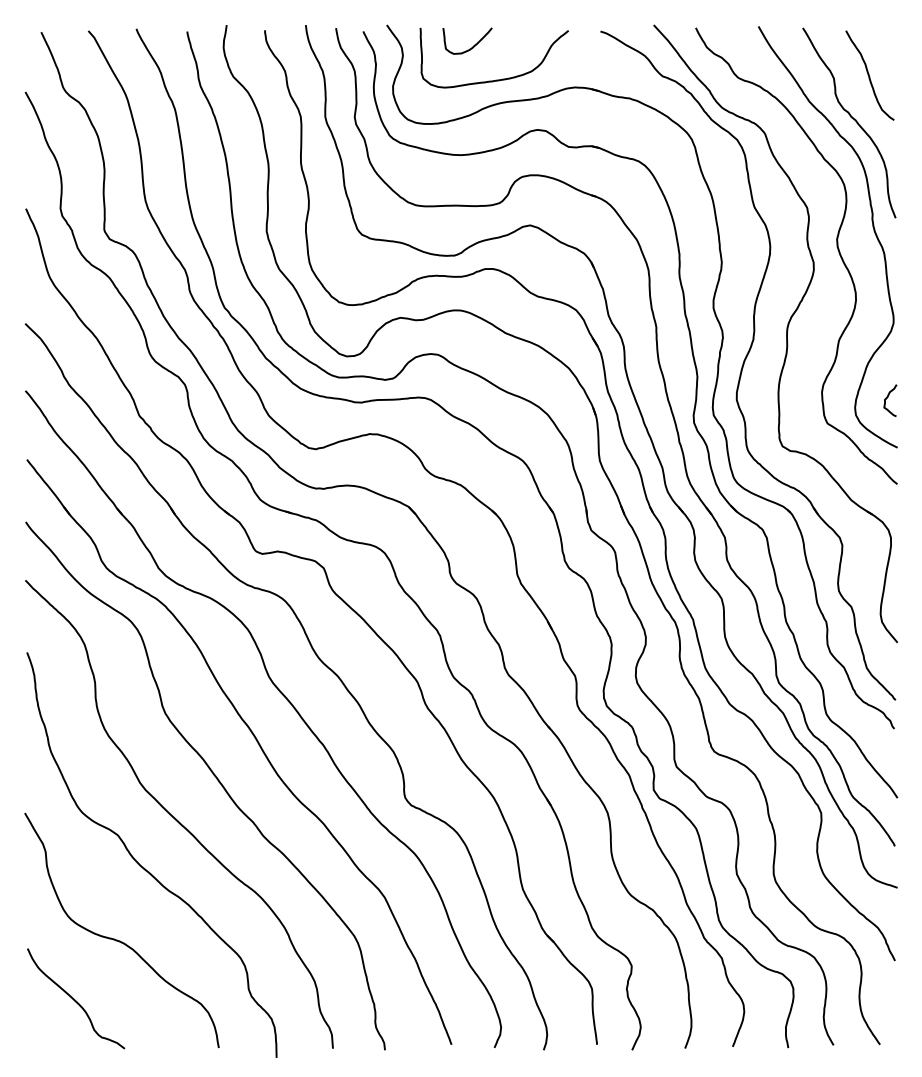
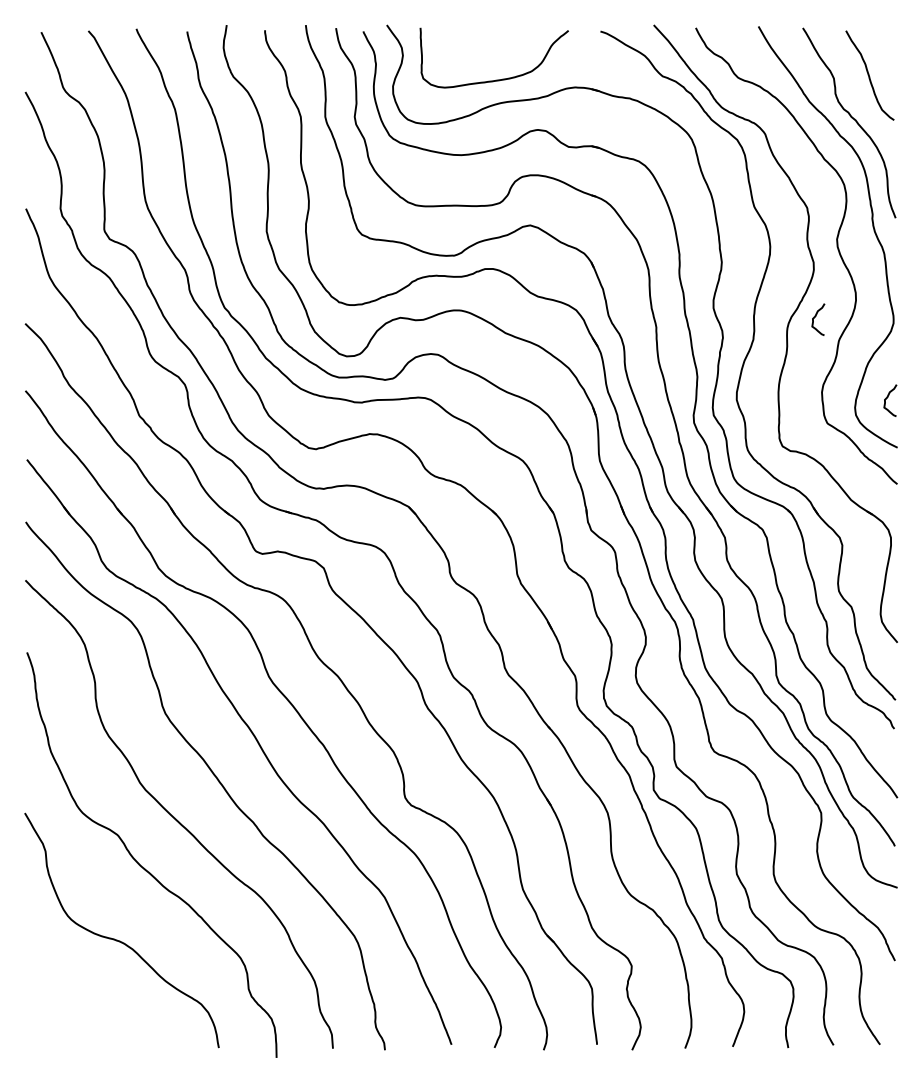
curve at (473, 45): present -> none
curve at (816, 316): none -> present
curve at (75, 999): present -> none
